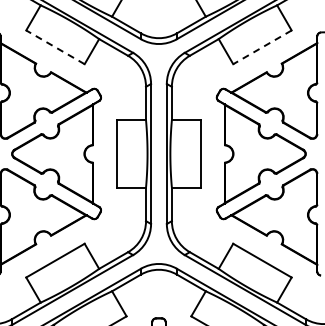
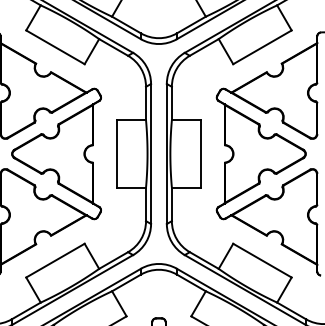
line at (55, 47): dashed -> solid
line at (262, 47): dashed -> solid
